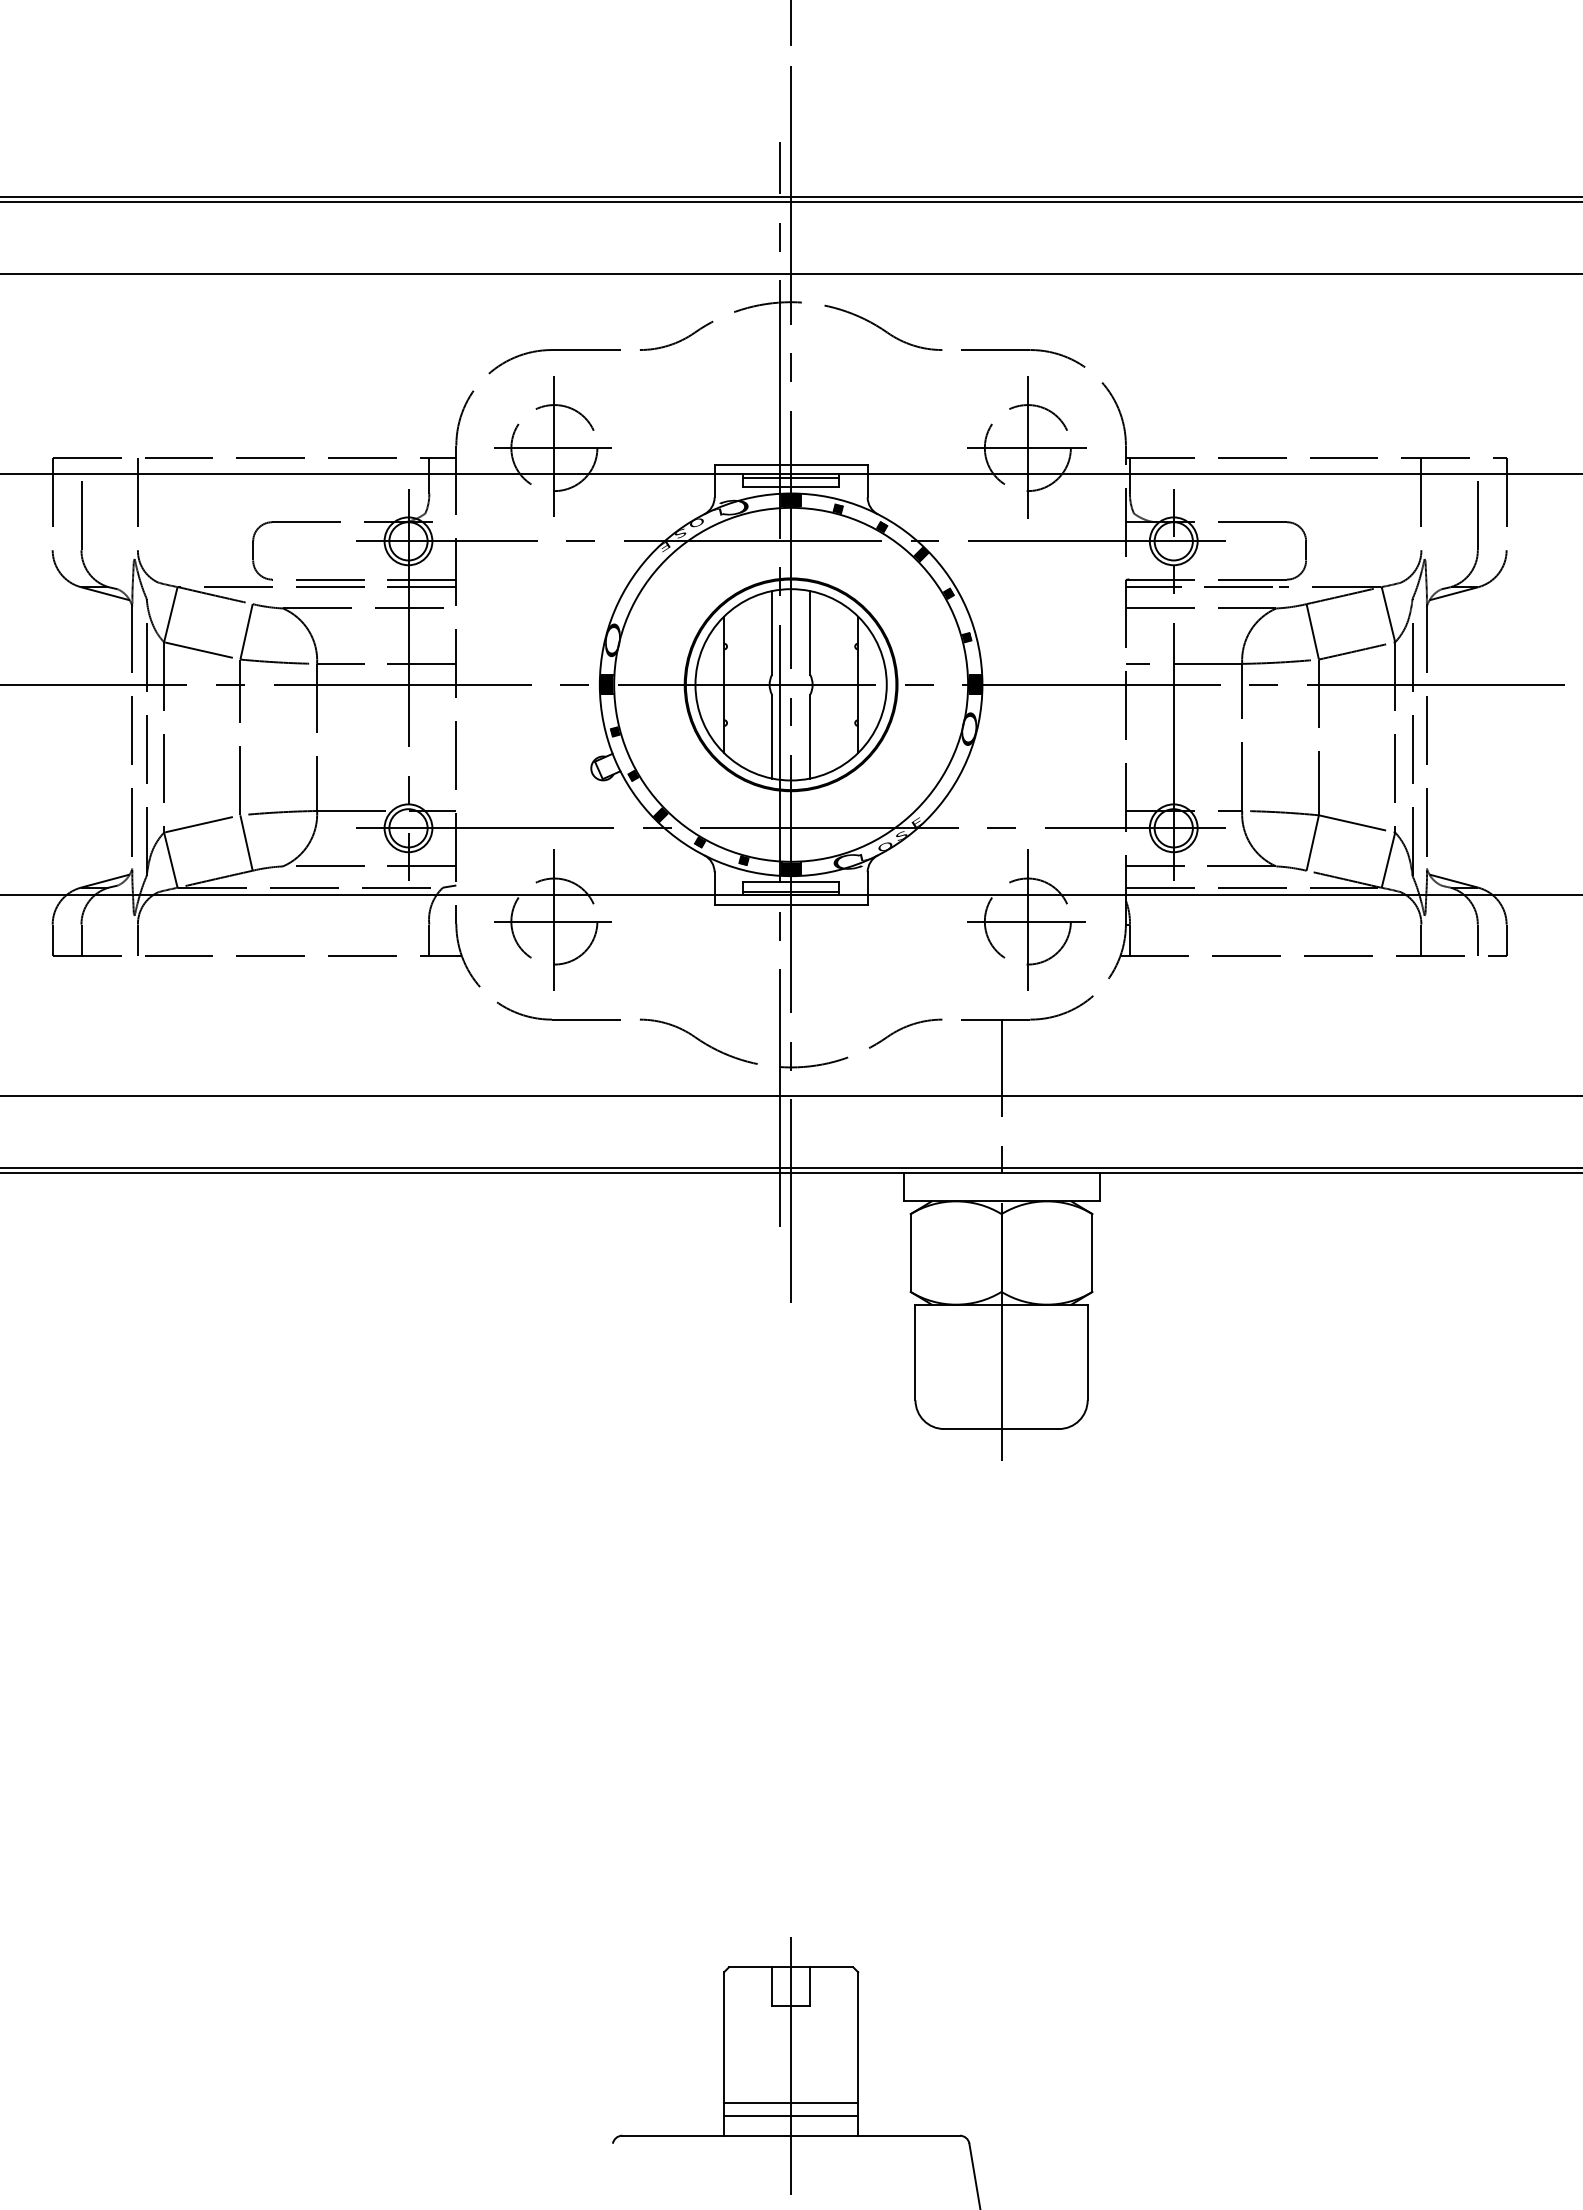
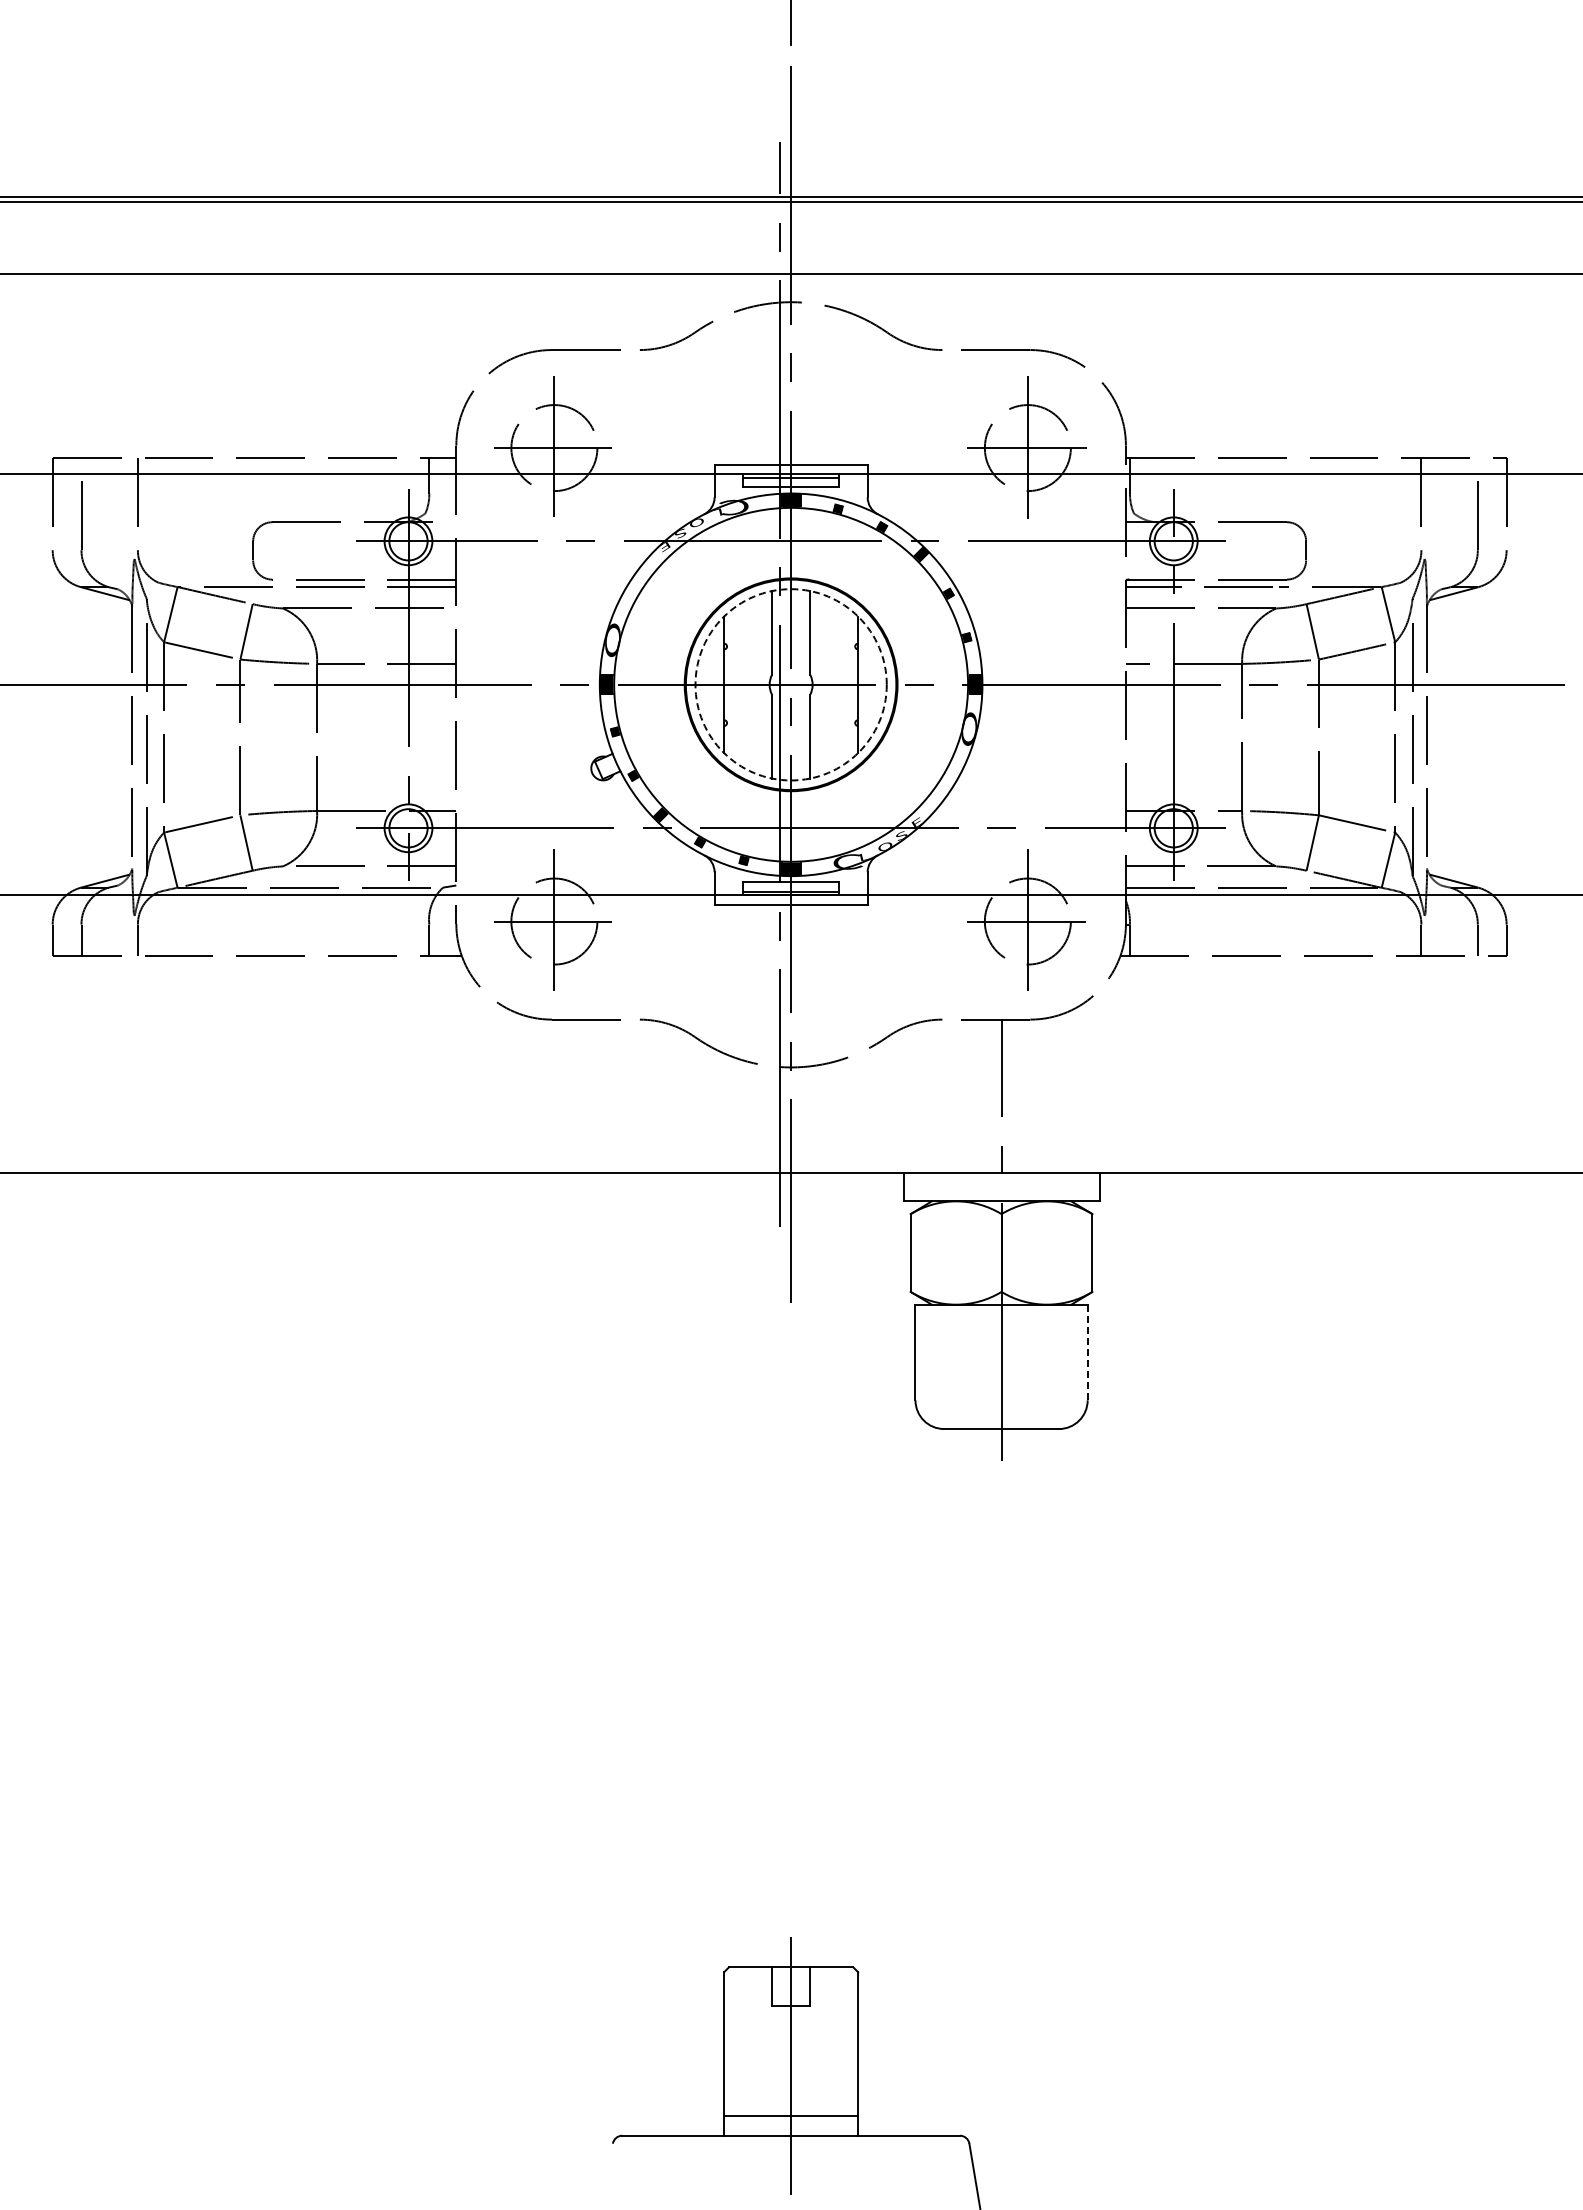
circle at (790, 684): solid -> dashed
line at (790, 1096): present -> none
line at (790, 1167): present -> none
line at (1087, 1352): solid -> dashed
line at (791, 2102): present -> none
